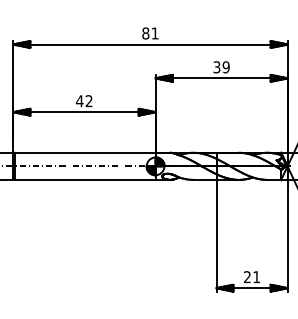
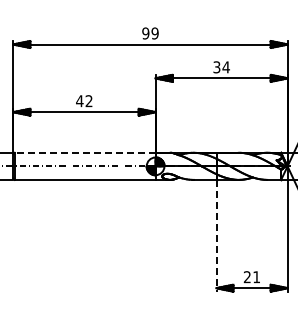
text at (150, 33): 81 -> 99
text at (225, 67): 39 -> 34
line at (84, 152): solid -> dashed
line at (216, 235): solid -> dashed
